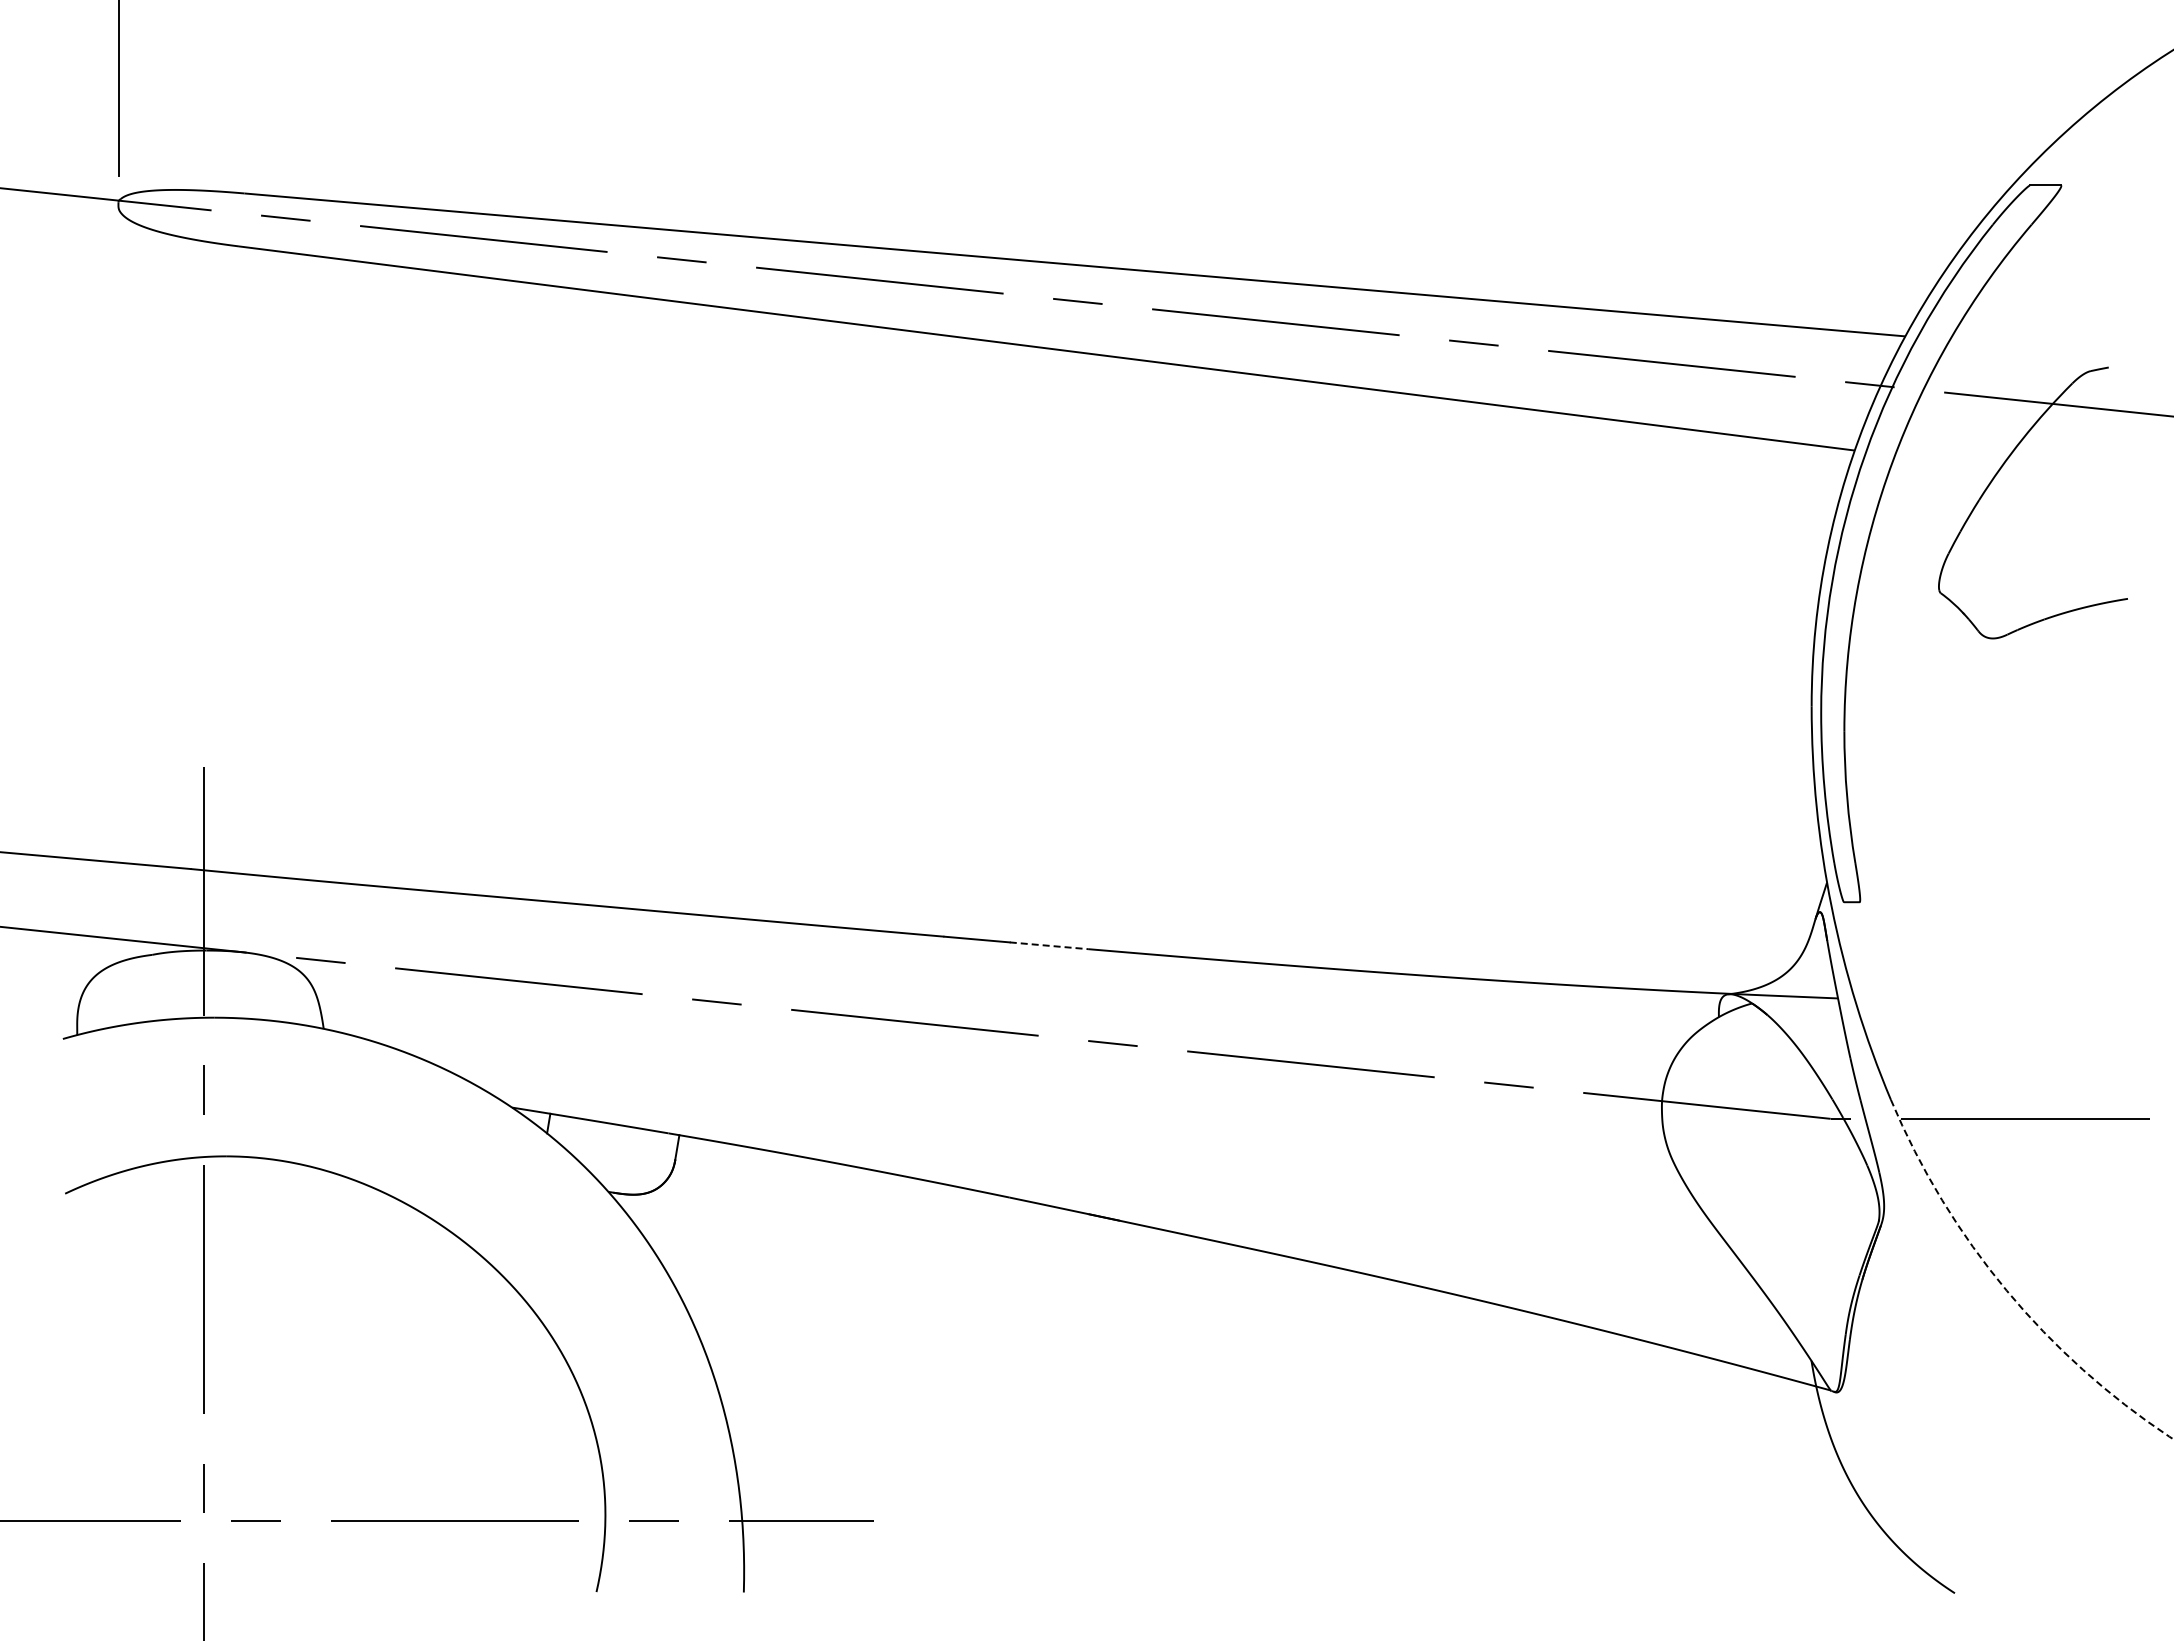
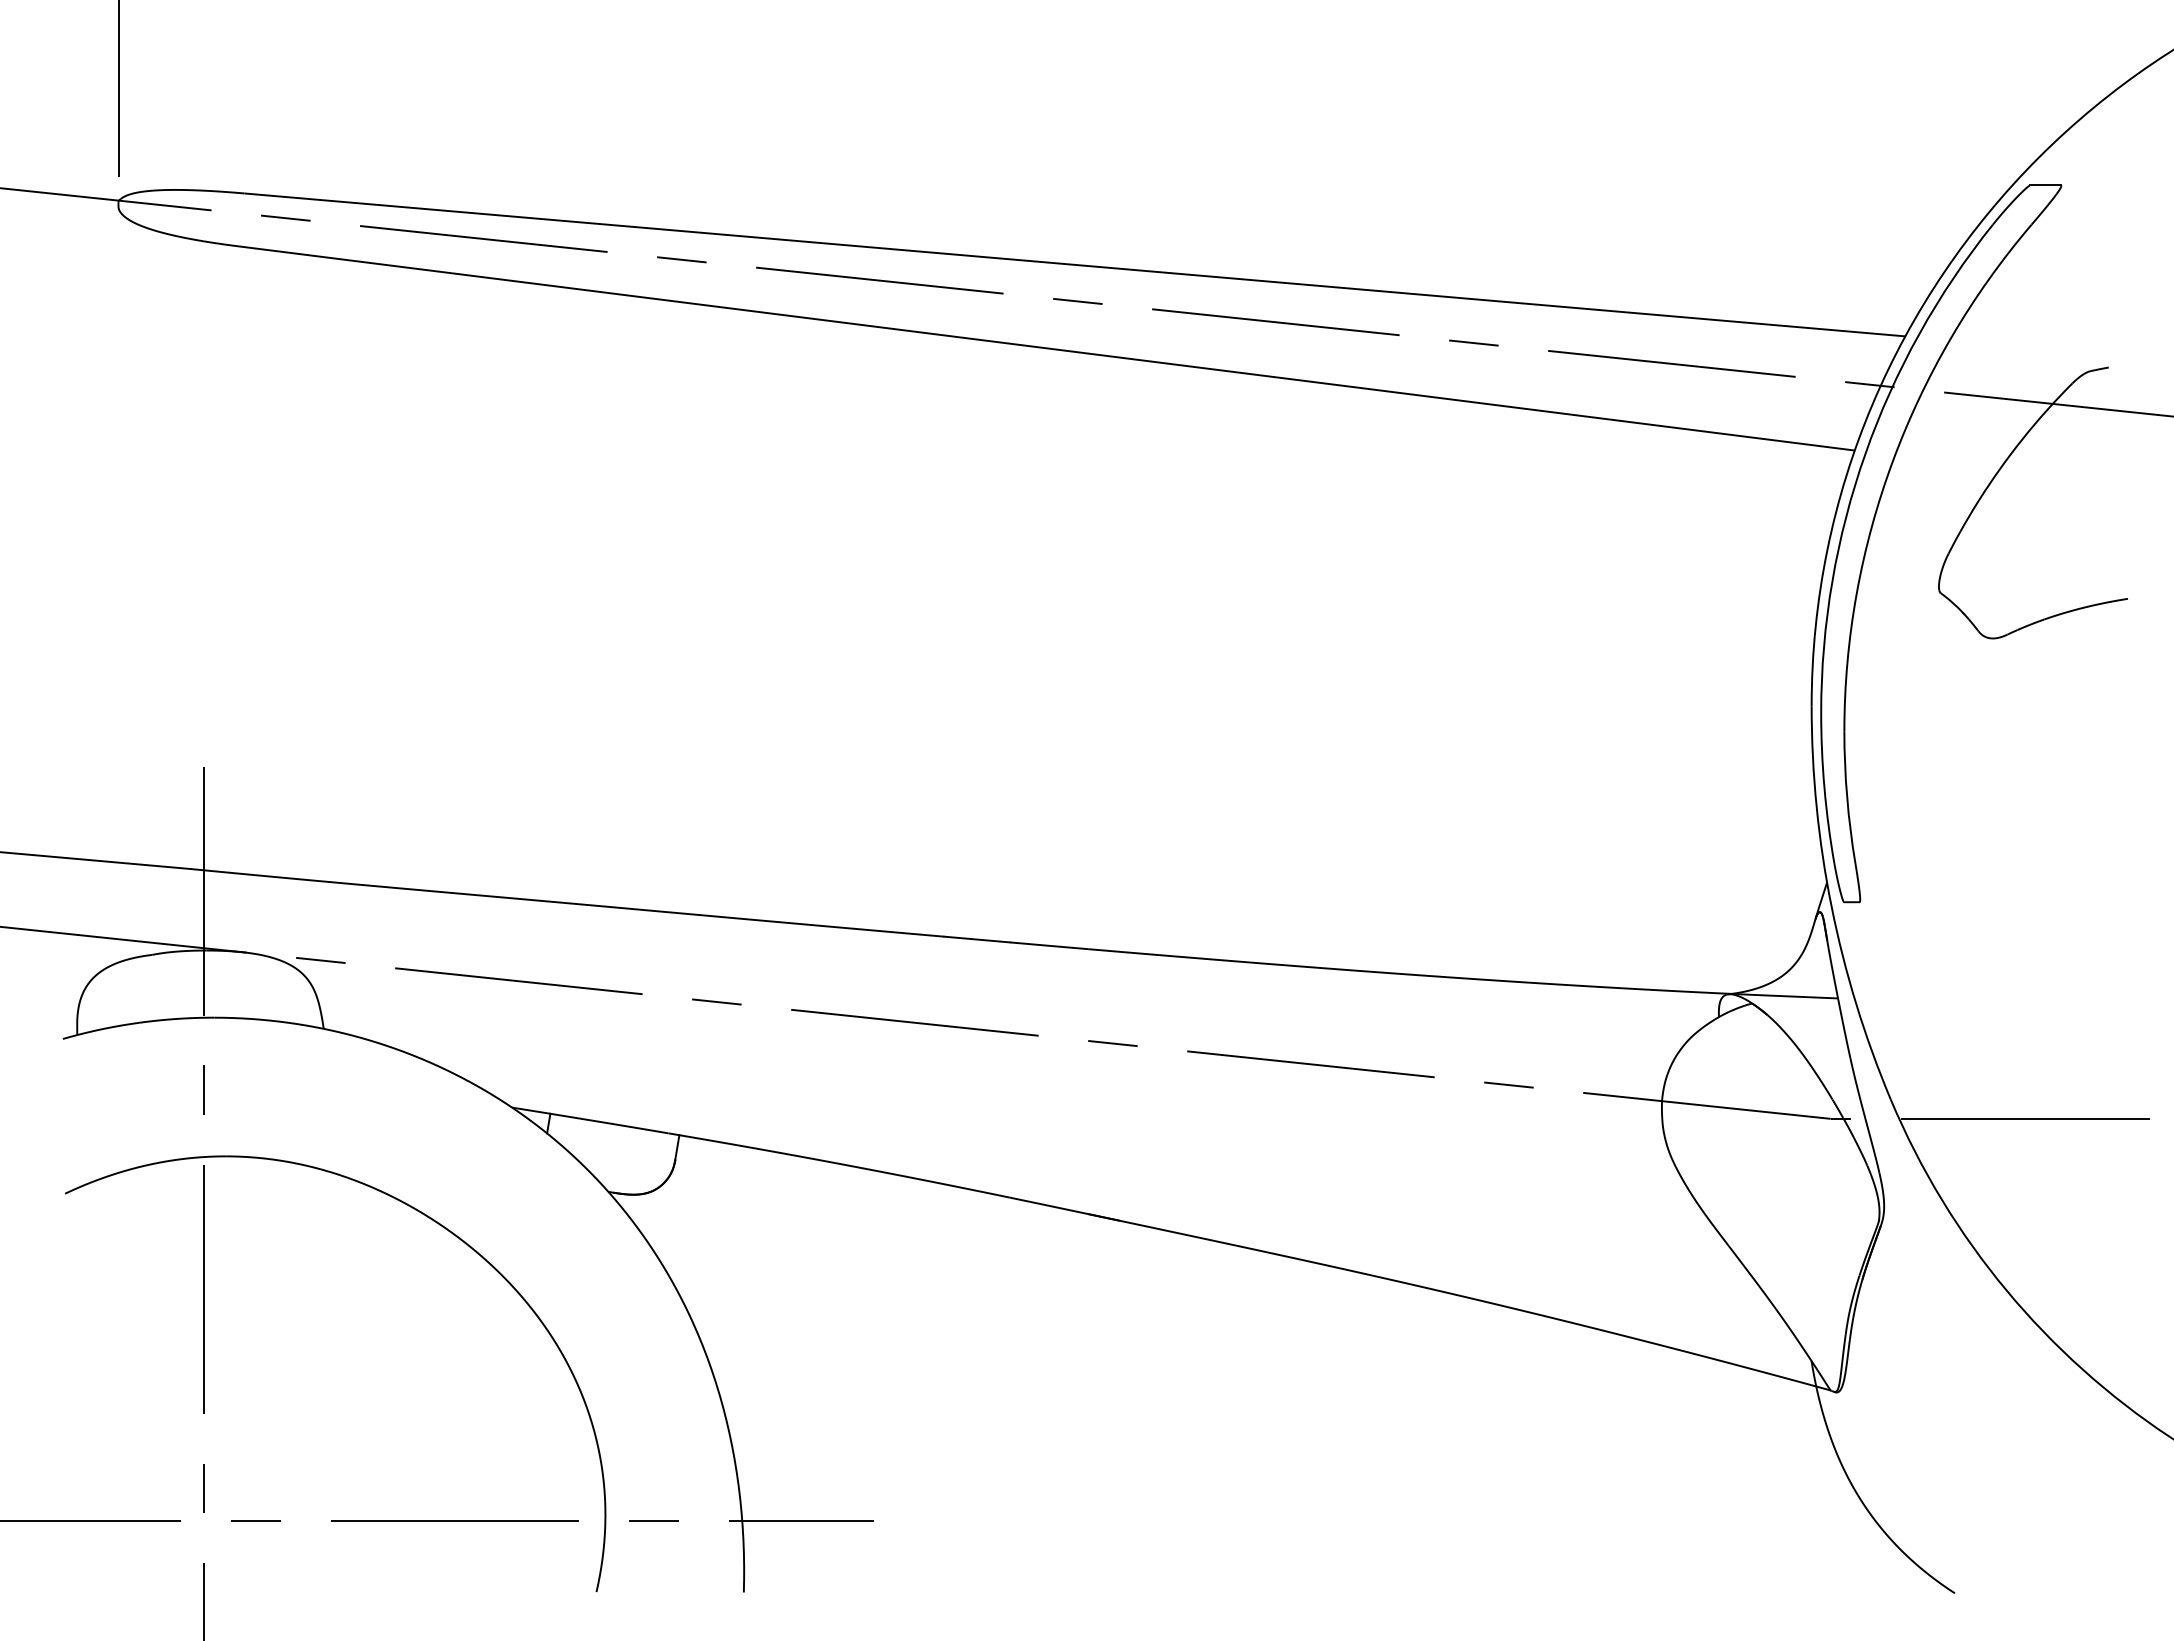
line at (1050, 945): dashed -> solid
arc at (2007, 1291): dashed -> solid
